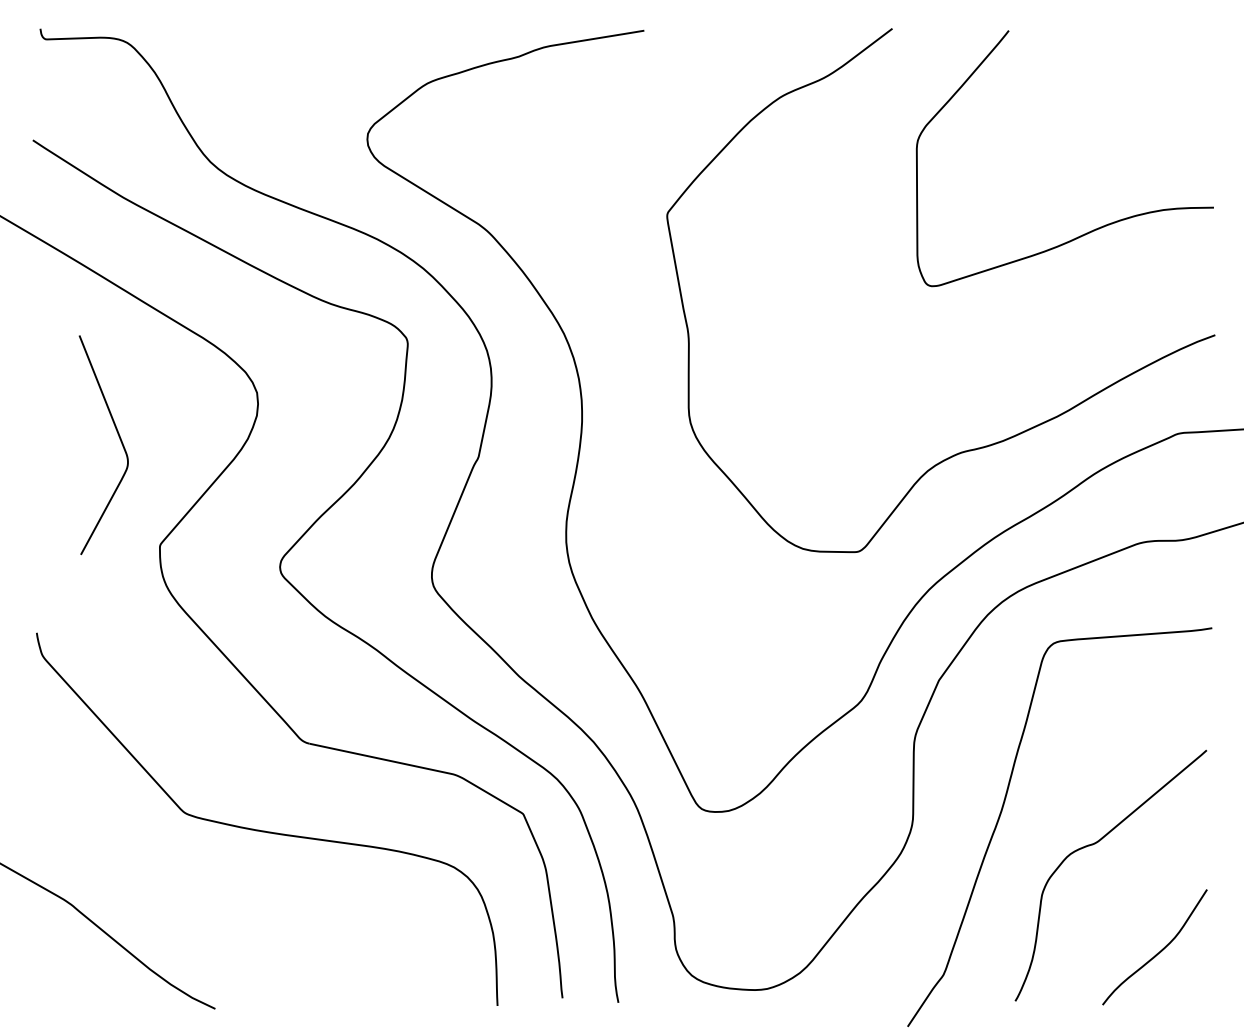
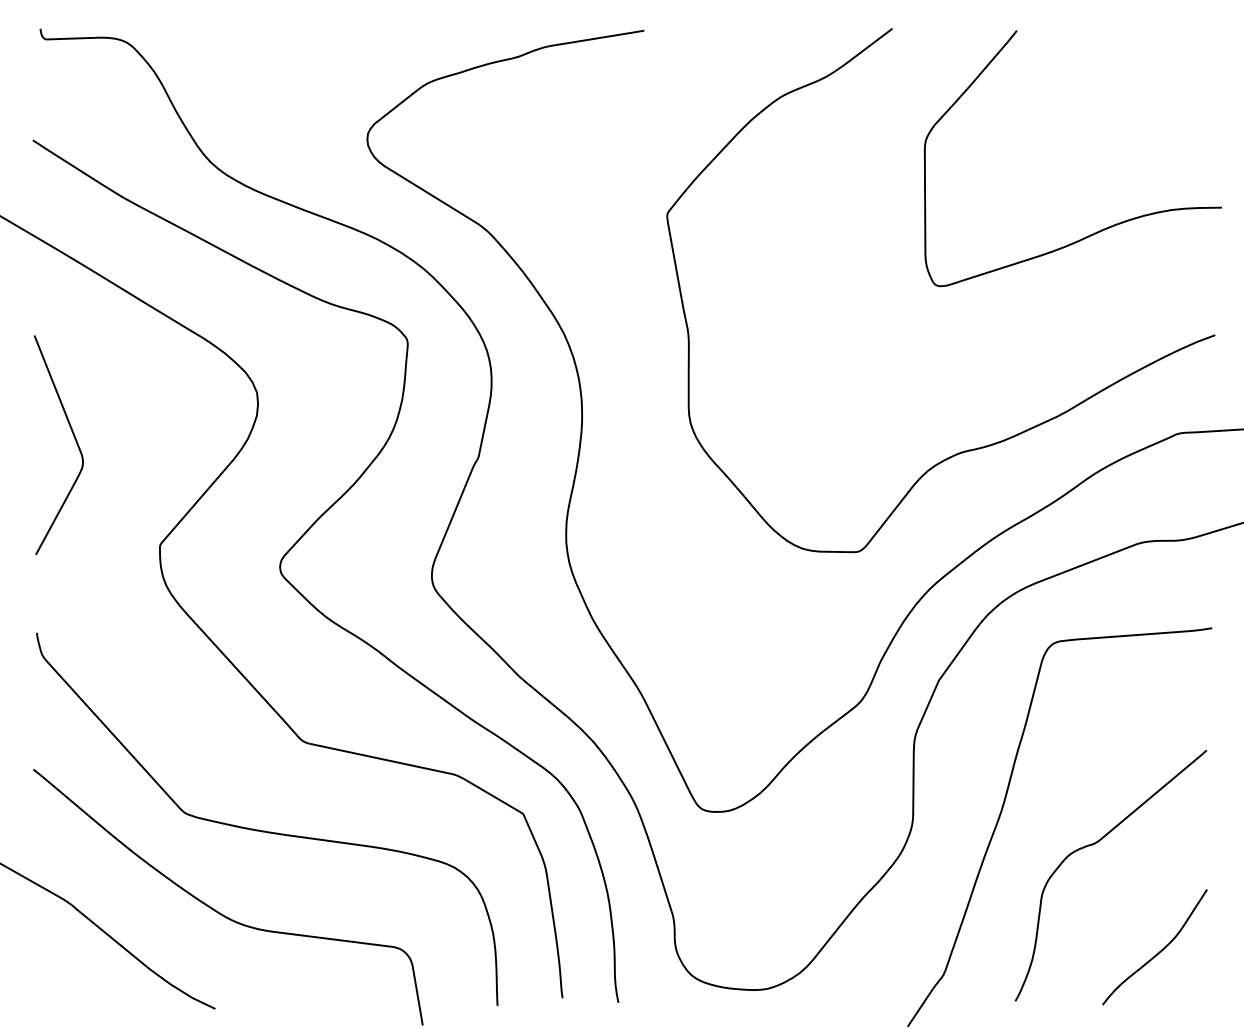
curve at (1095, 228) position: (1095, 228) -> (1103, 228)
curve at (119, 439) position: (119, 439) -> (74, 439)
curve at (220, 912): none -> present
